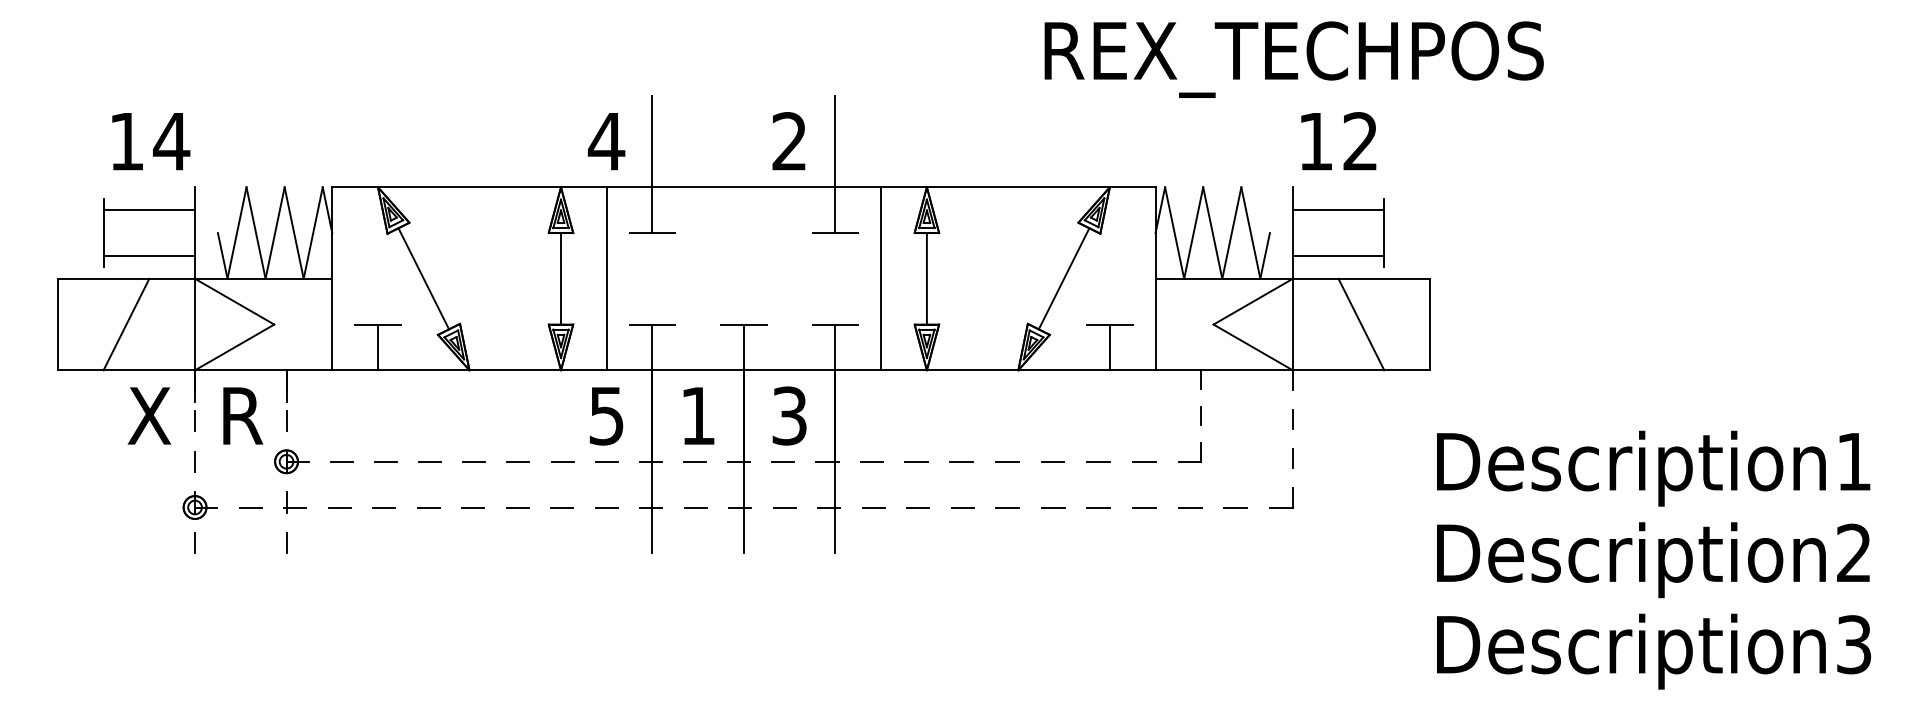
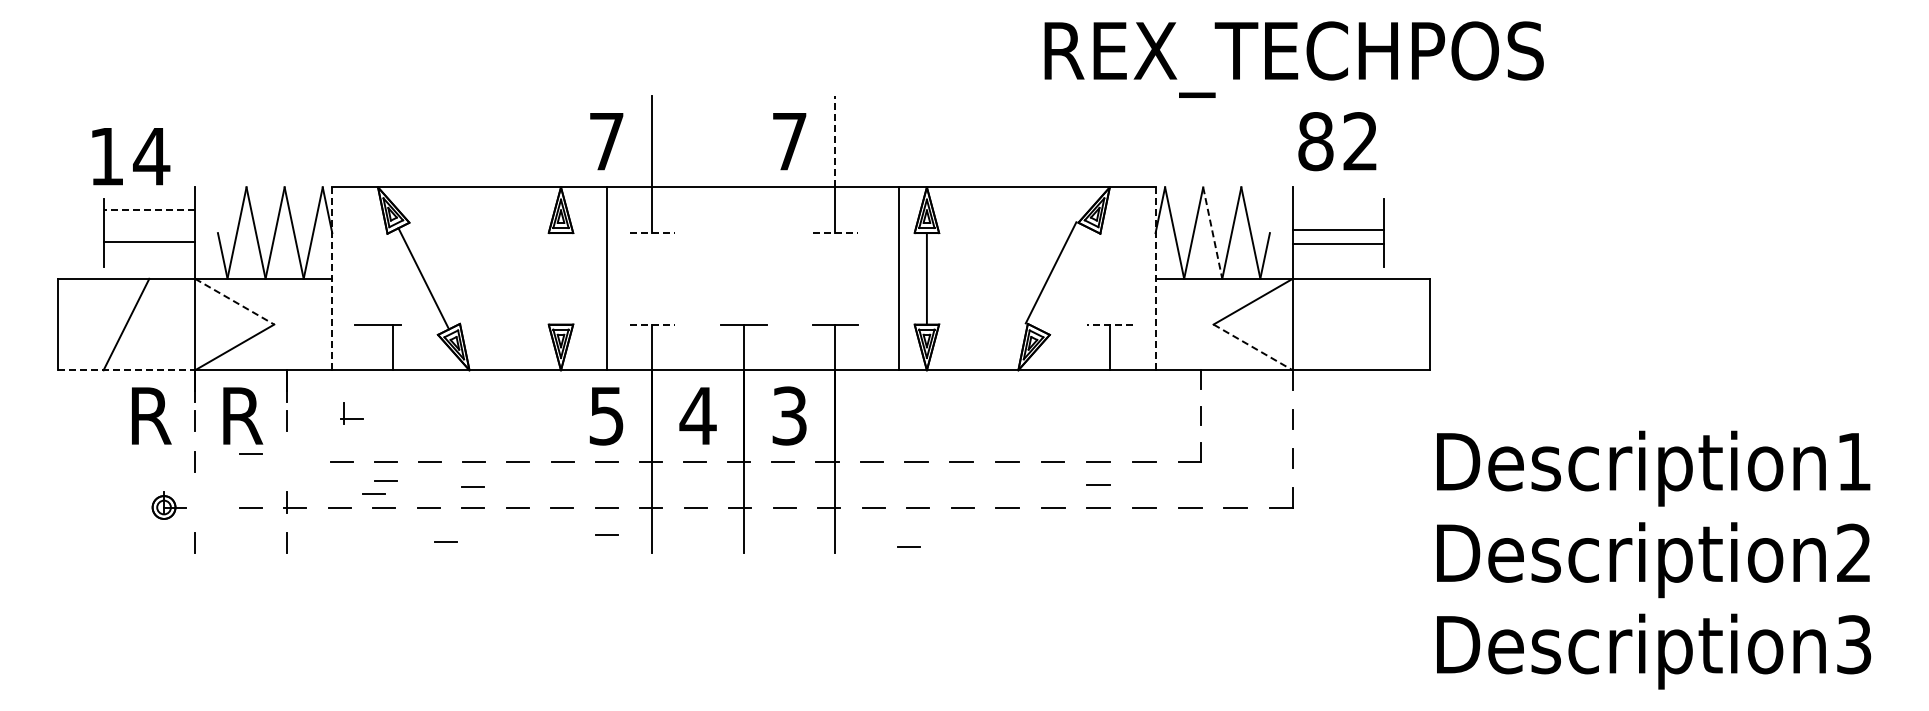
text at (151, 141) position: (151, 141) -> (131, 156)
text at (606, 141): 4 -> 7
text at (789, 141): 2 -> 7
line at (835, 141): solid -> dashed
text at (1315, 141): 12 -> 82
line at (149, 210): solid -> dashed
line at (1338, 210) position: (1338, 210) -> (1338, 230)
line at (652, 233): solid -> dashed
line at (835, 233): solid -> dashed
line at (1212, 233): solid -> dashed
line at (149, 255) position: (149, 255) -> (149, 241)
line at (1338, 255) position: (1338, 255) -> (1338, 243)
line at (332, 278): solid -> dashed
line at (560, 278): present -> none
line at (881, 278) position: (881, 278) -> (899, 278)
line at (1063, 278) position: (1063, 278) -> (1050, 272)
line at (1155, 279): solid -> dashed
line at (234, 301): solid -> dashed
line at (652, 324): solid -> dashed
line at (1109, 324): solid -> dashed
line at (1361, 324): present -> none
line at (378, 347) position: (378, 347) -> (393, 347)
line at (1253, 347): solid -> dashed
line at (126, 370): solid -> dashed
part at (351, 413): none -> present
text at (149, 415): X -> R
text at (697, 415): 1 -> 4
line at (250, 453): none -> present
part at (291, 461): present -> none
line at (385, 480): none -> present
line at (1098, 484): none -> present
line at (472, 486): none -> present
line at (373, 493): none -> present
part at (199, 505) position: (199, 505) -> (168, 505)
line at (606, 534): none -> present
line at (445, 541): none -> present
line at (908, 546): none -> present
